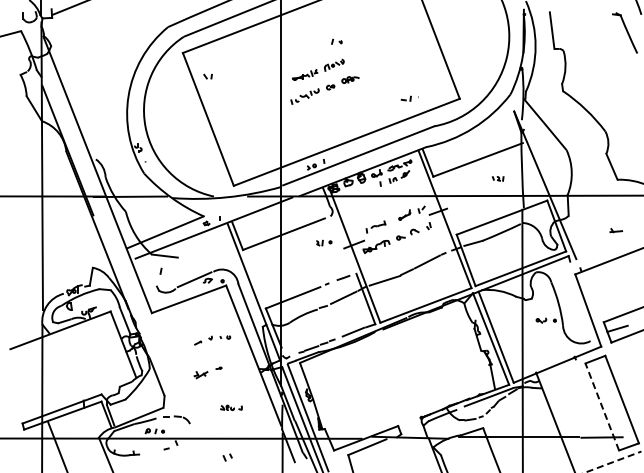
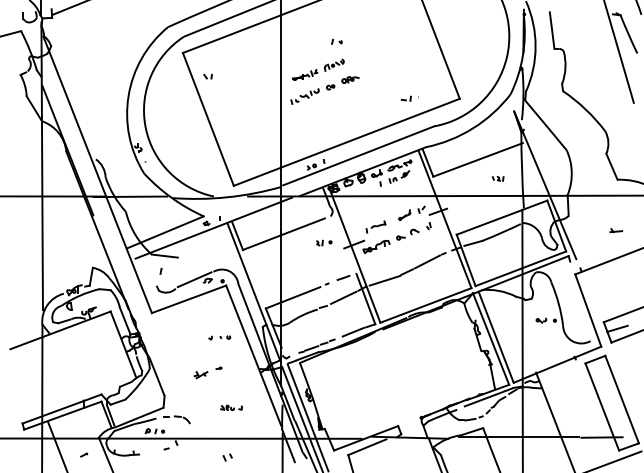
line at (618, 52): none -> present
part at (198, 342) position: (198, 342) -> (84, 454)
line at (602, 406): dashed -> solid
line at (613, 461): dashed -> solid
